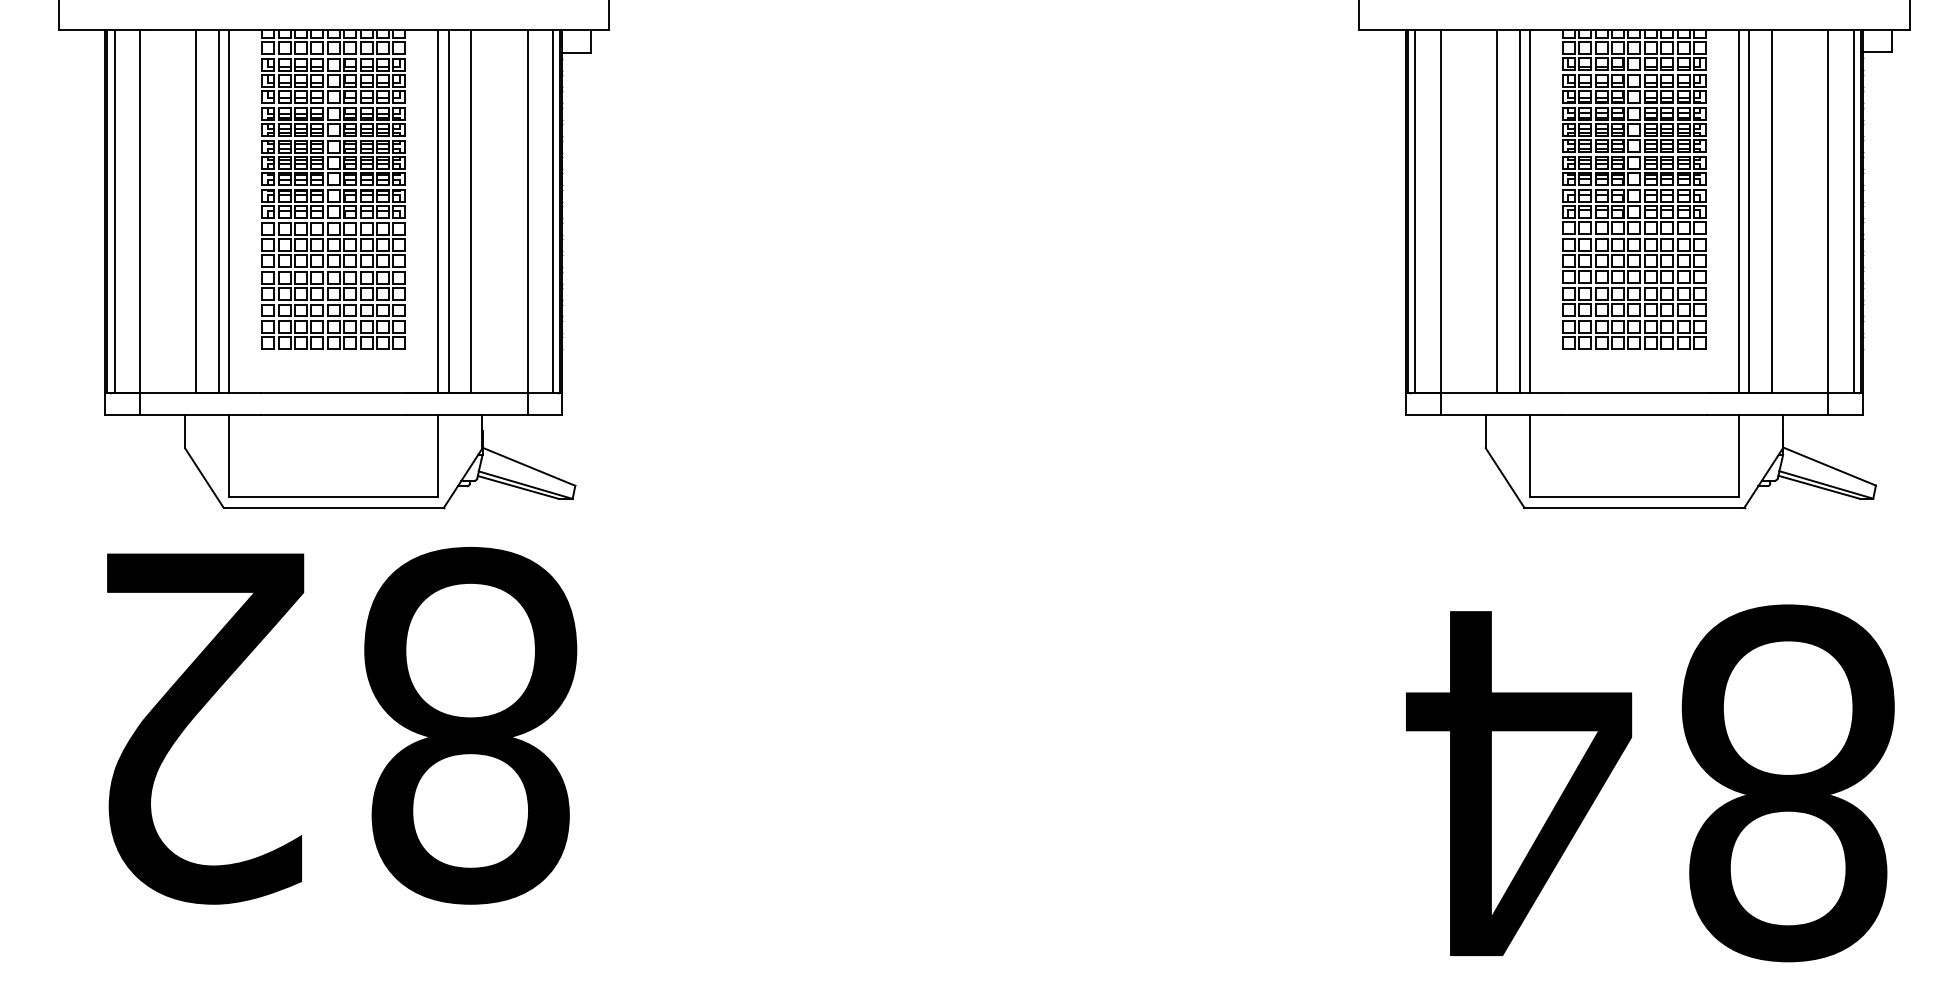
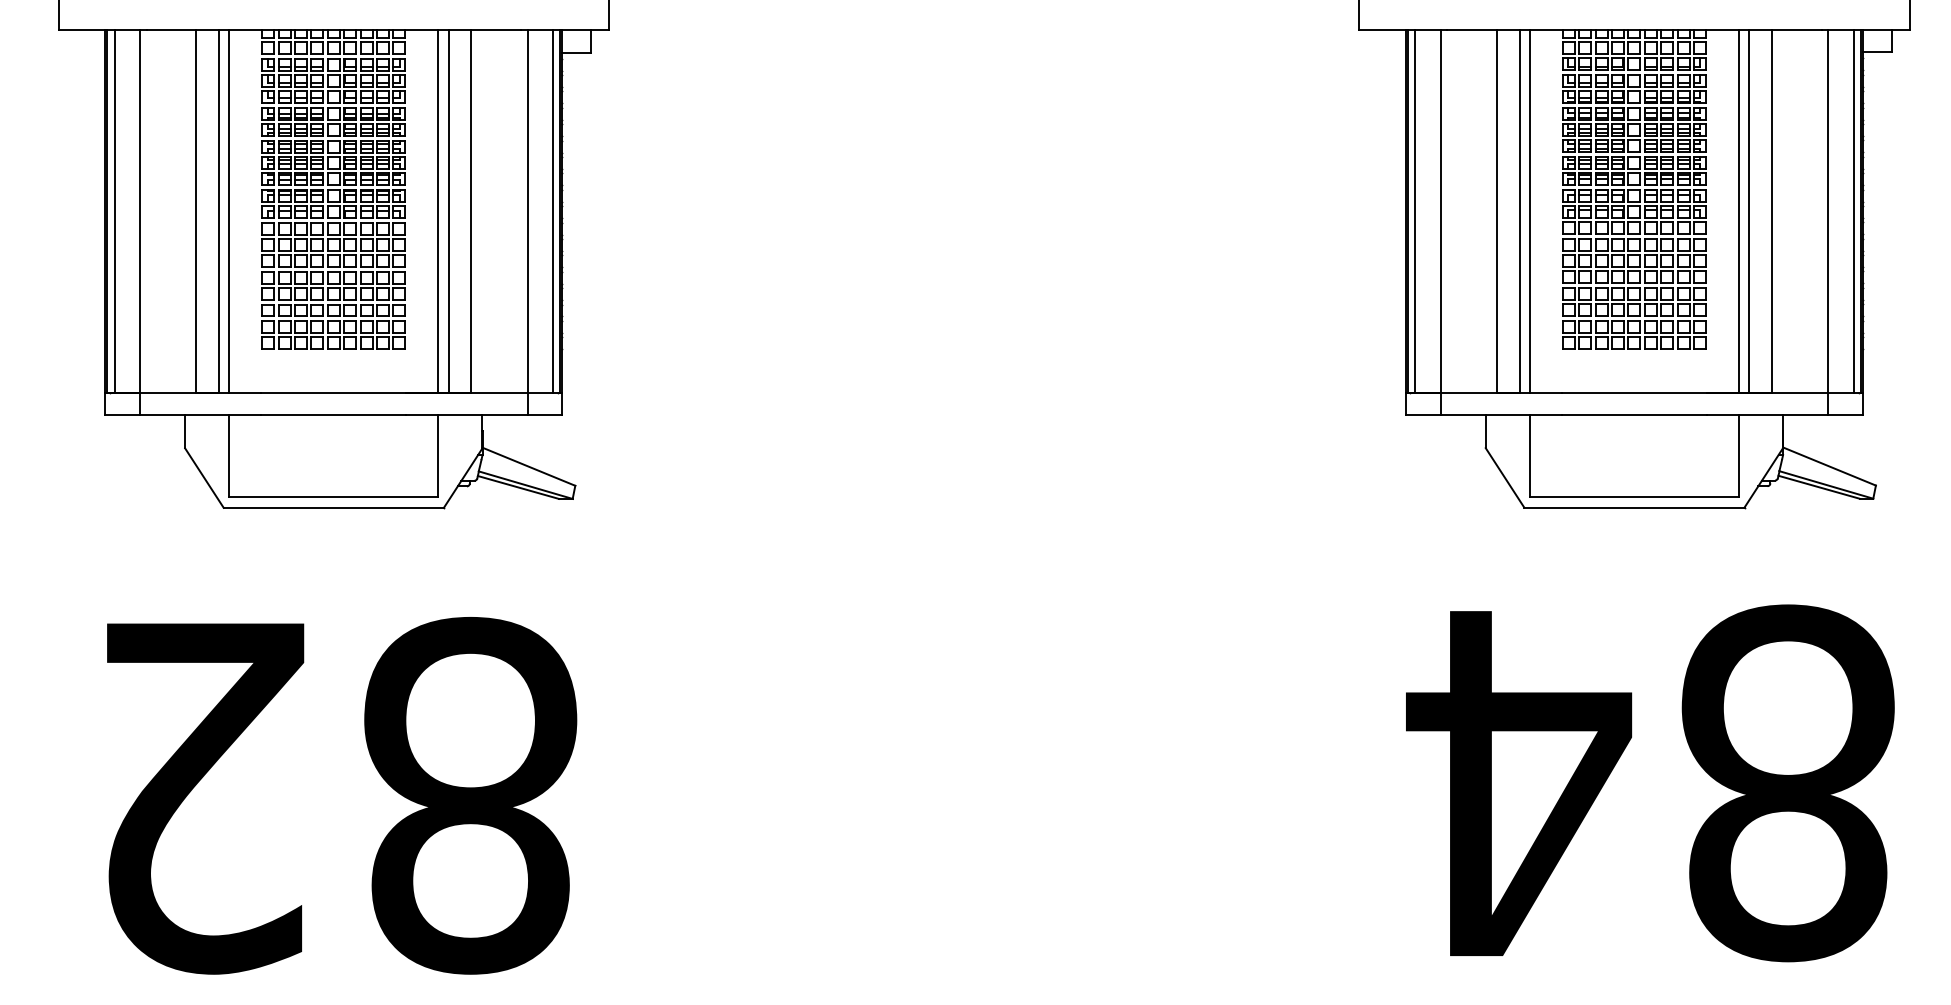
text at (342, 725) position: (342, 725) -> (342, 795)
